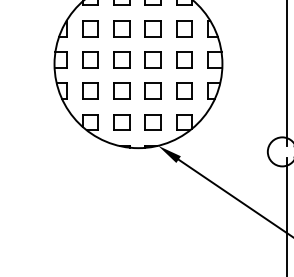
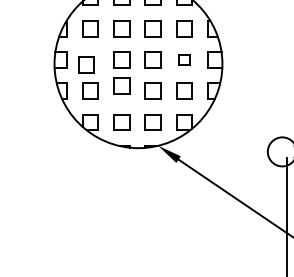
part at (90, 59) position: (90, 59) -> (86, 64)
part at (184, 59) size: 17x18 px -> 13x12 px
line at (287, 74): present -> none
part at (121, 90) position: (121, 90) -> (121, 85)
